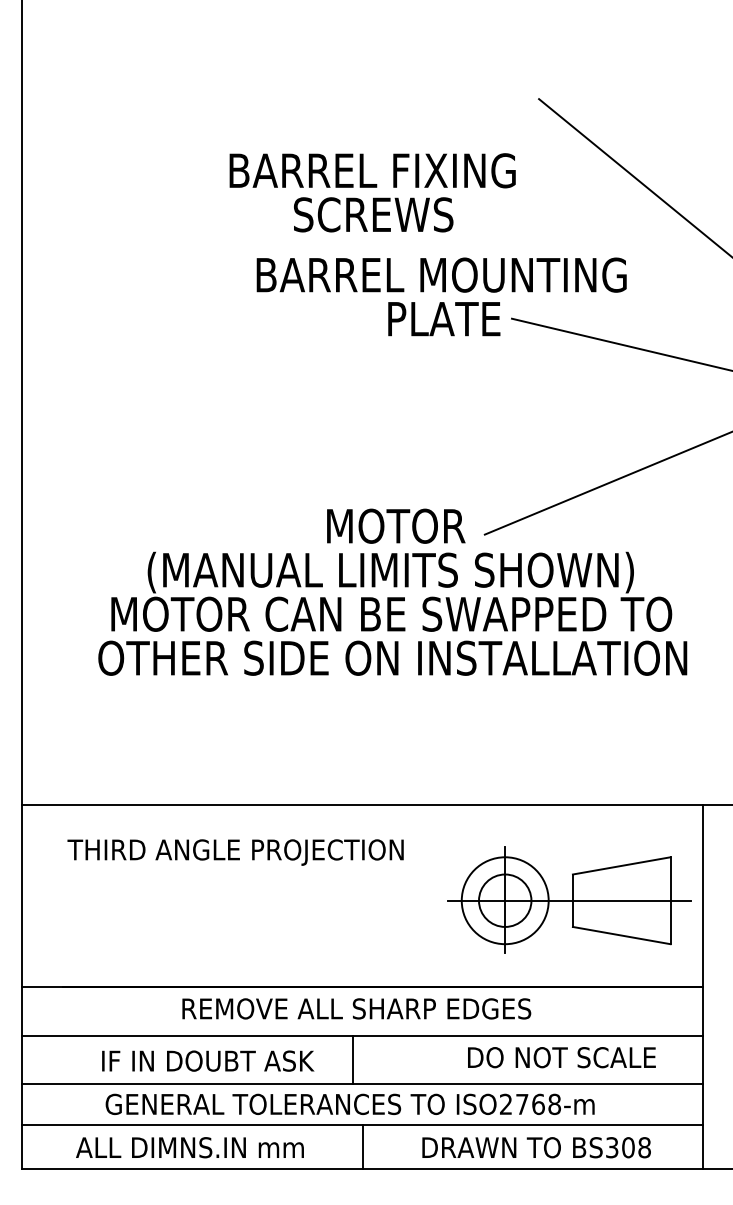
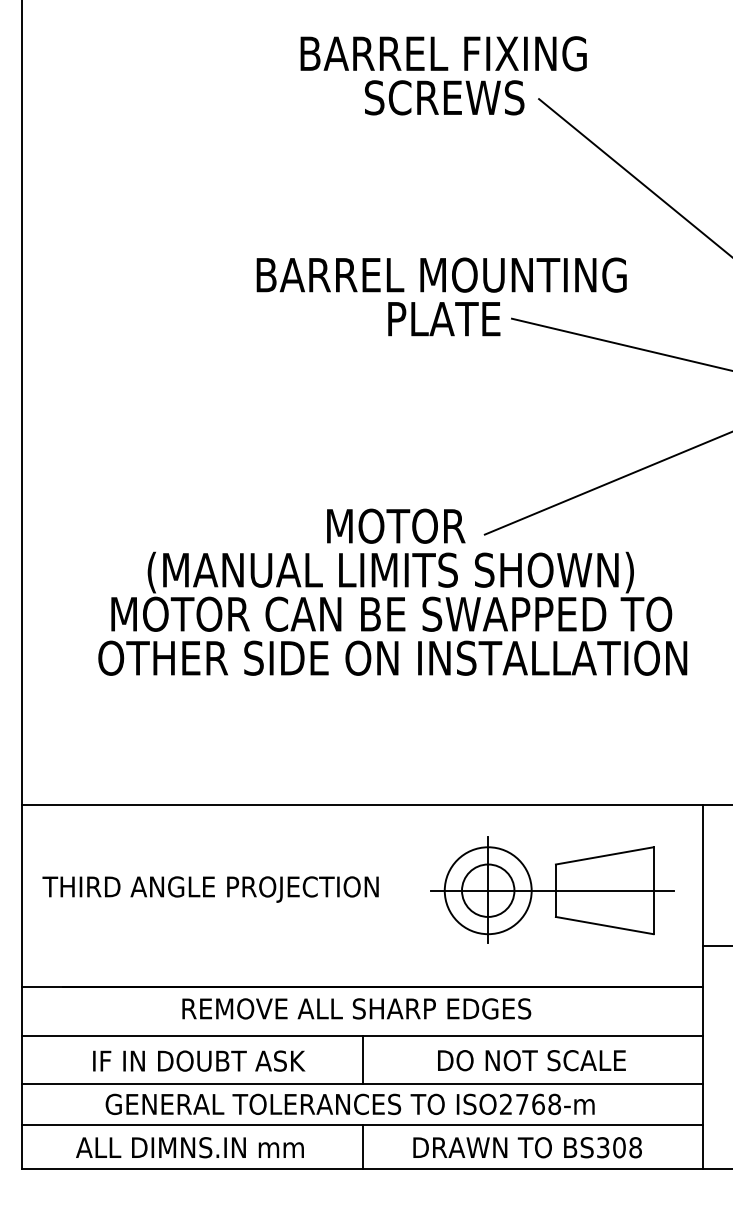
text at (372, 192) position: (372, 192) -> (443, 75)
text at (235, 852) position: (235, 852) -> (210, 889)
part at (569, 899) position: (569, 899) -> (552, 889)
line at (716, 946): none -> present
text at (561, 1057) position: (561, 1057) -> (531, 1060)
line at (352, 1059) position: (352, 1059) -> (362, 1059)
text at (208, 1060) position: (208, 1060) -> (199, 1060)
text at (536, 1147) position: (536, 1147) -> (527, 1147)
